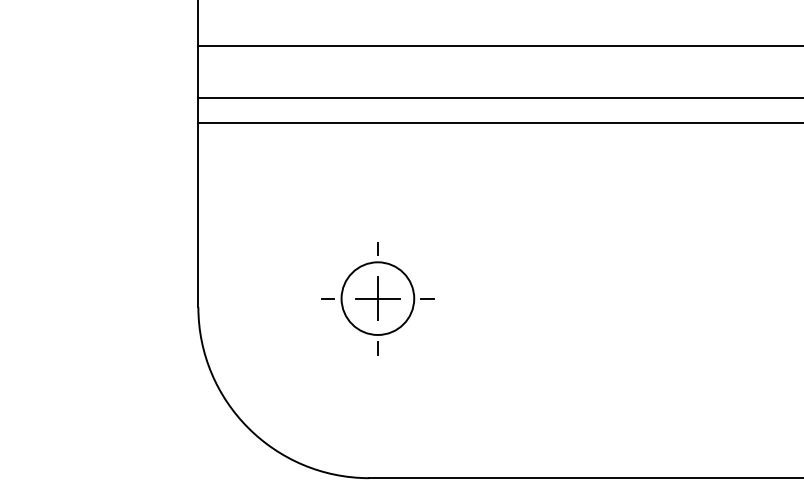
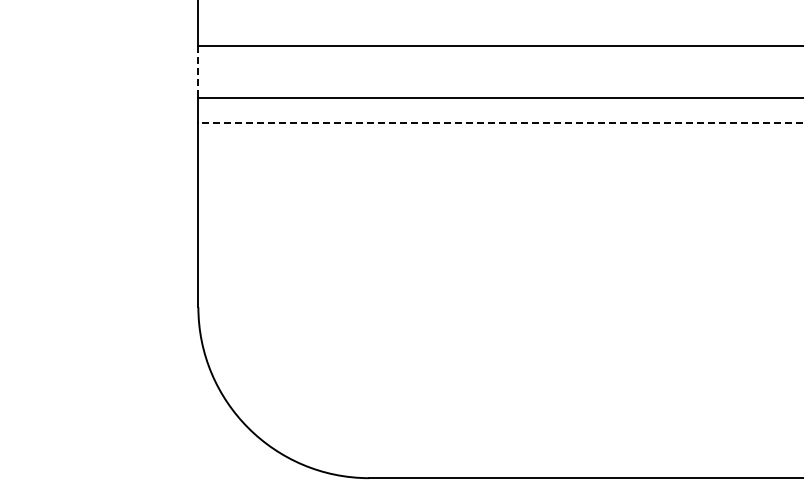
line at (198, 72): solid -> dashed
line at (500, 123): solid -> dashed
part at (377, 298): present -> none
